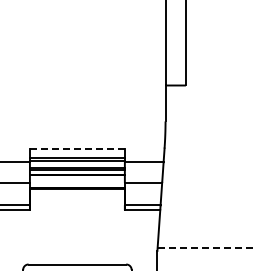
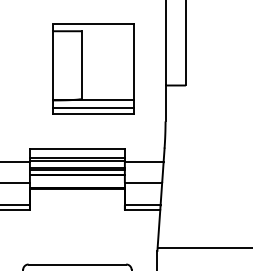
part at (93, 68): none -> present
line at (76, 148): dashed -> solid
line at (205, 248): dashed -> solid
